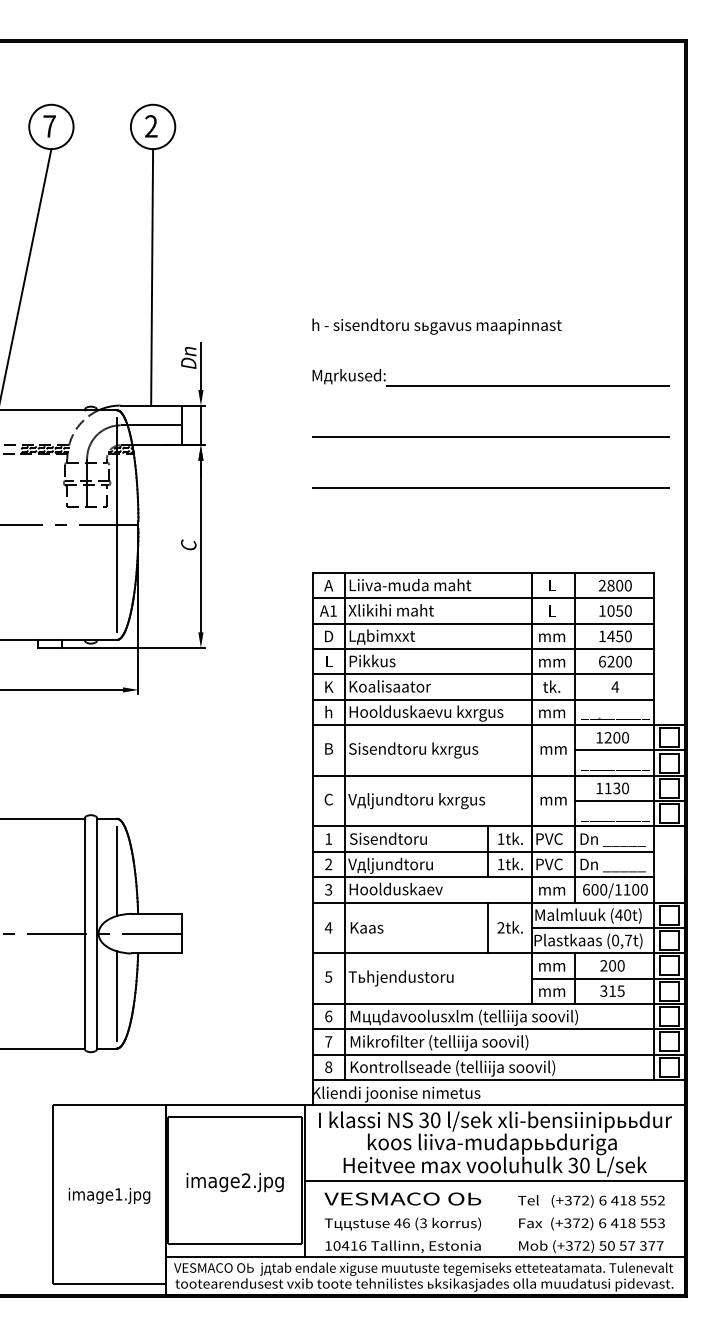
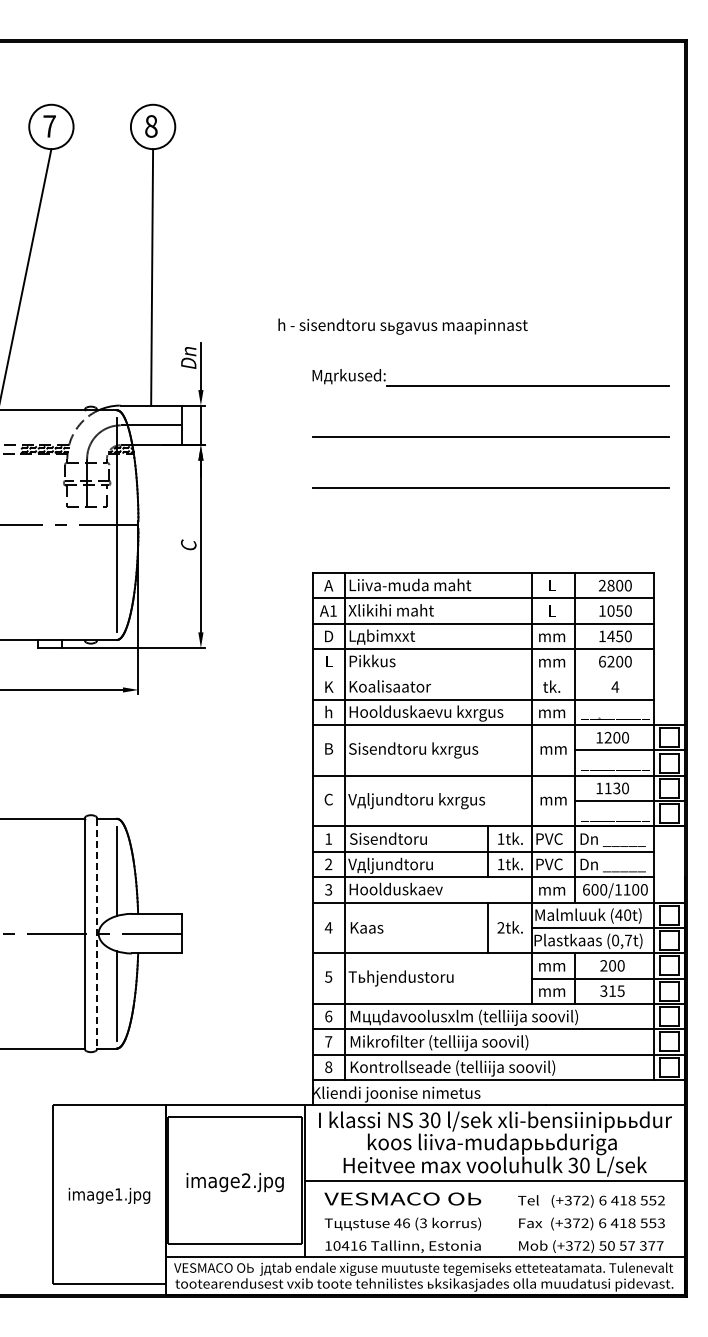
text at (151, 126): 2 -> 8
text at (436, 326) position: (436, 326) -> (402, 326)
line at (483, 674): present -> none
line at (97, 933): solid -> dashed
